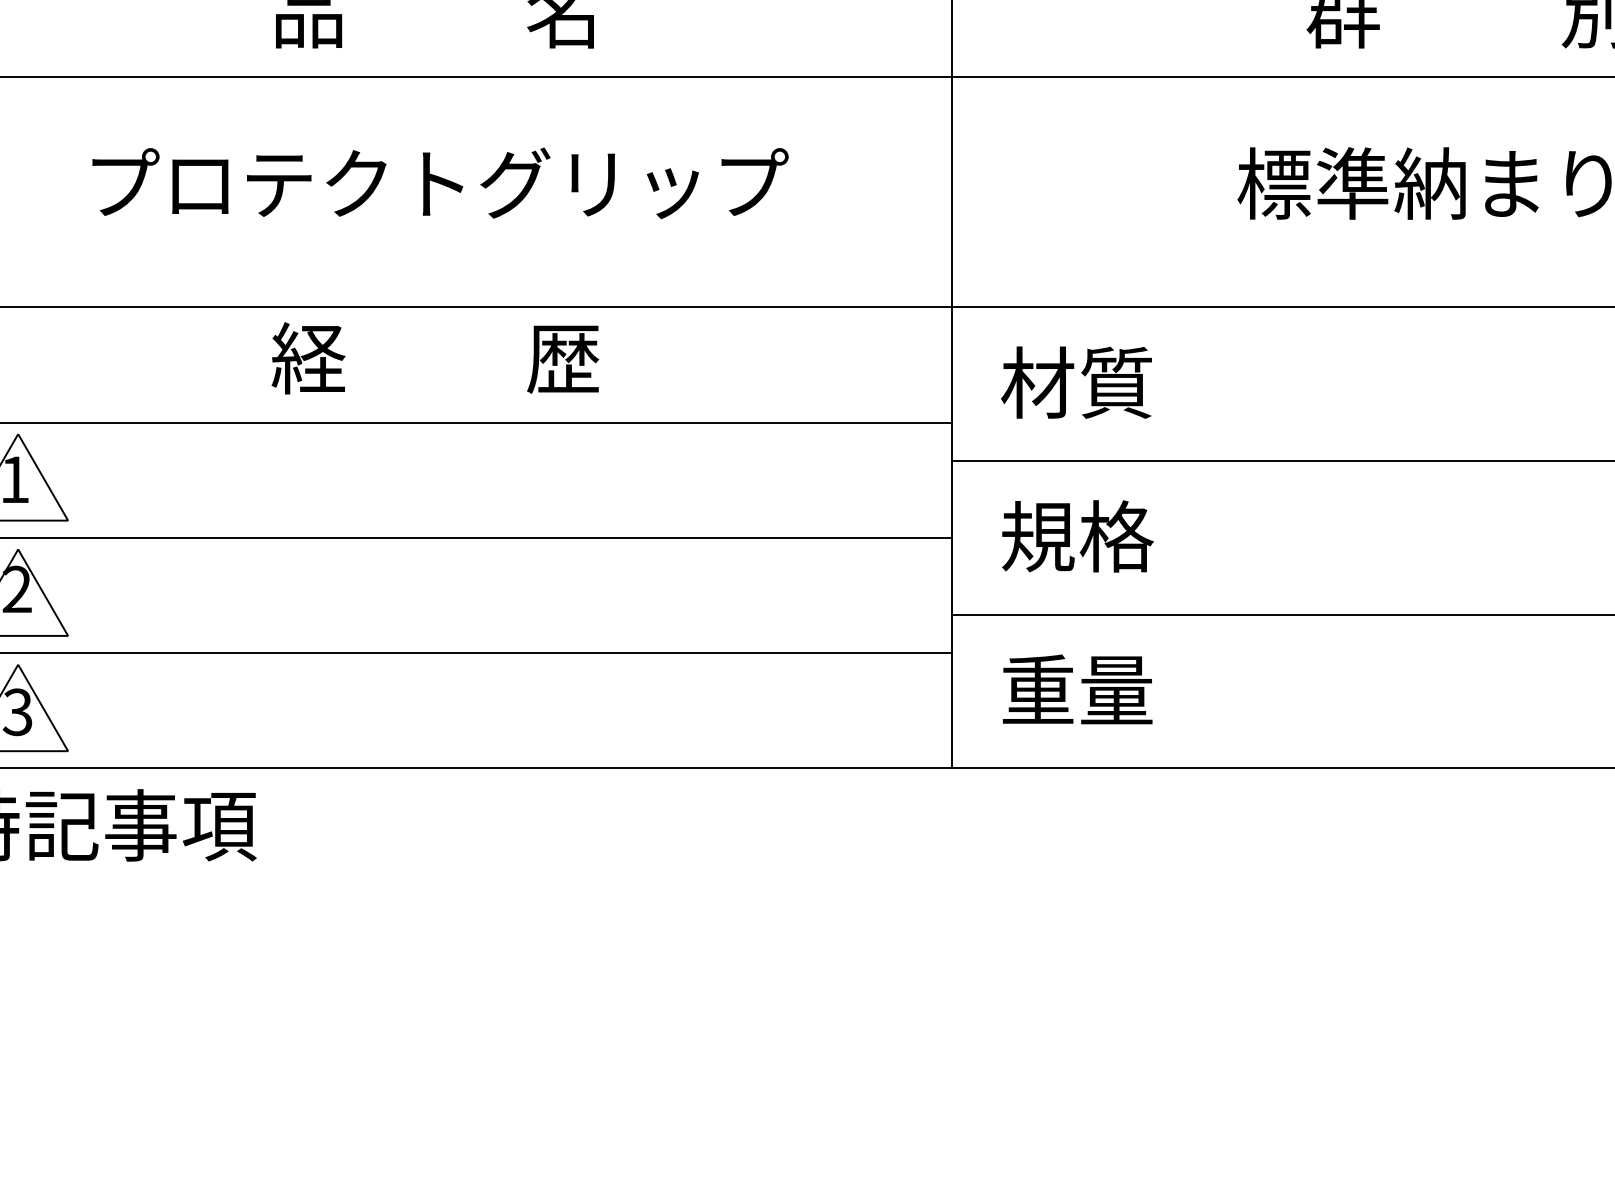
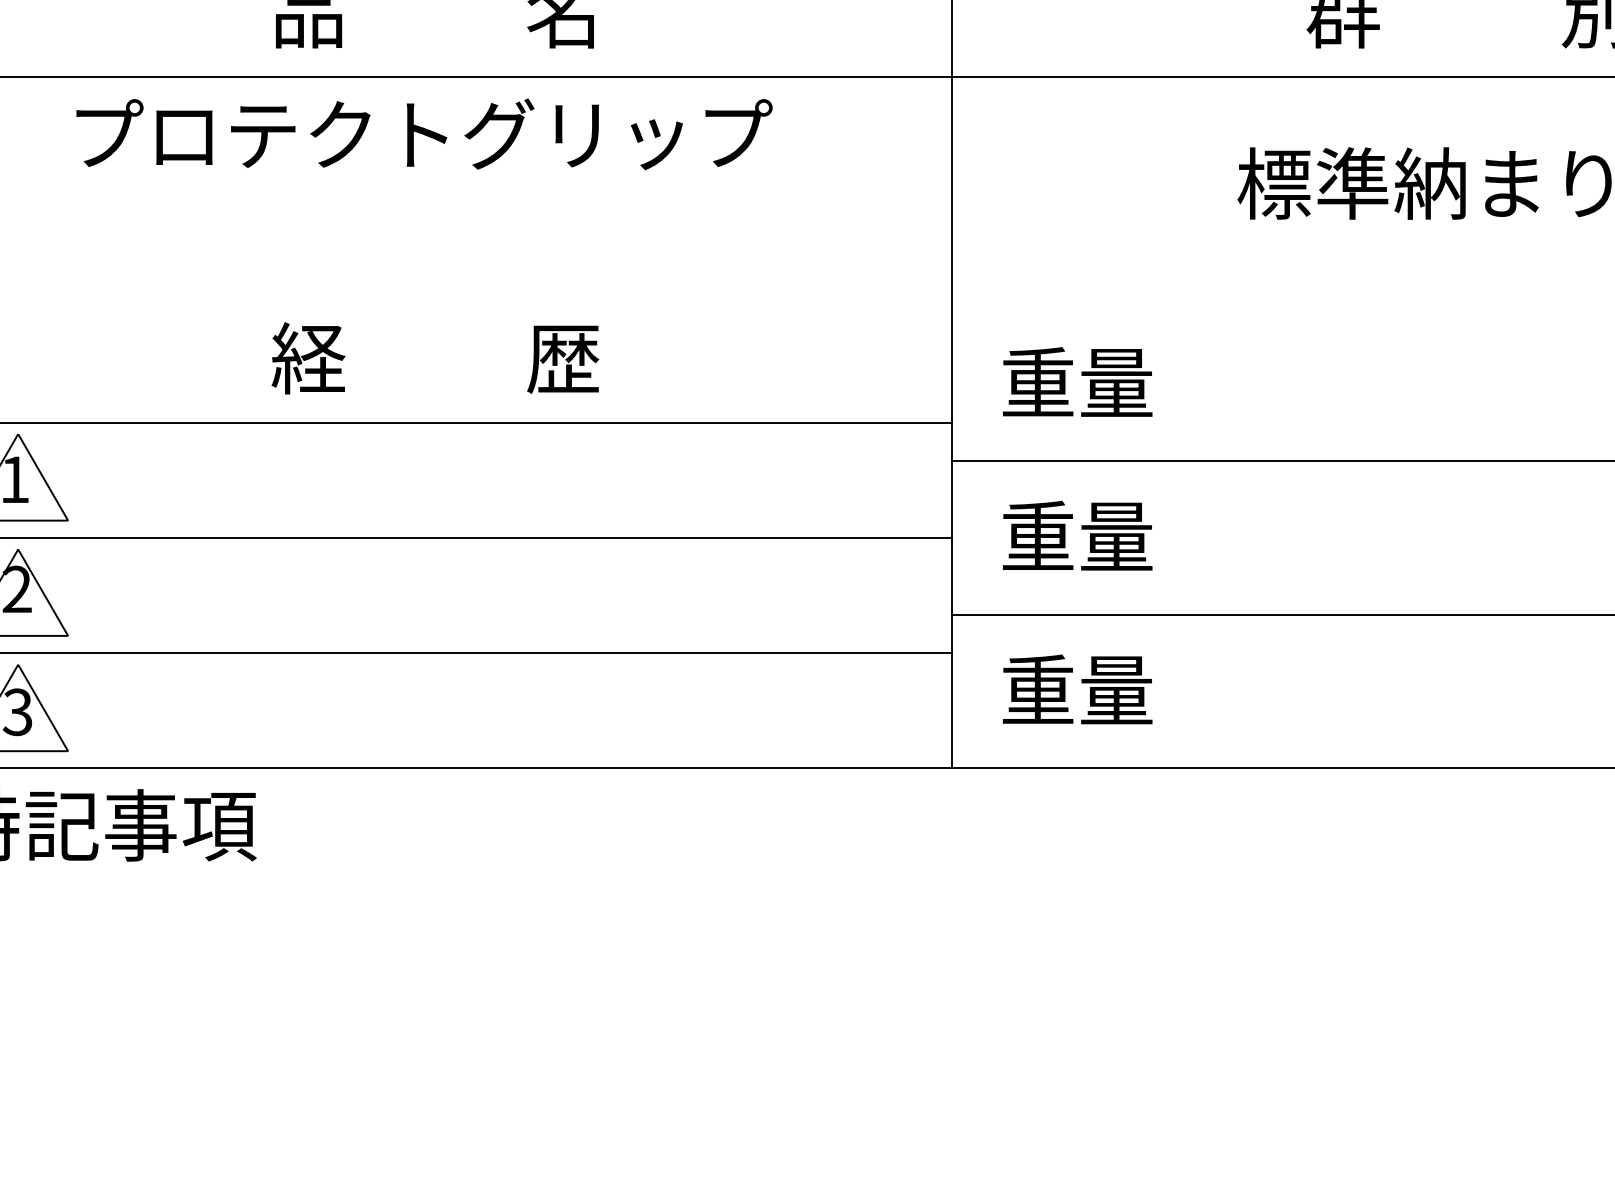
text at (440, 183) position: (440, 183) -> (424, 134)
line at (806, 307): present -> none
text at (1076, 382): 材質 -> 重量
text at (1077, 536): 規格 -> 重量
